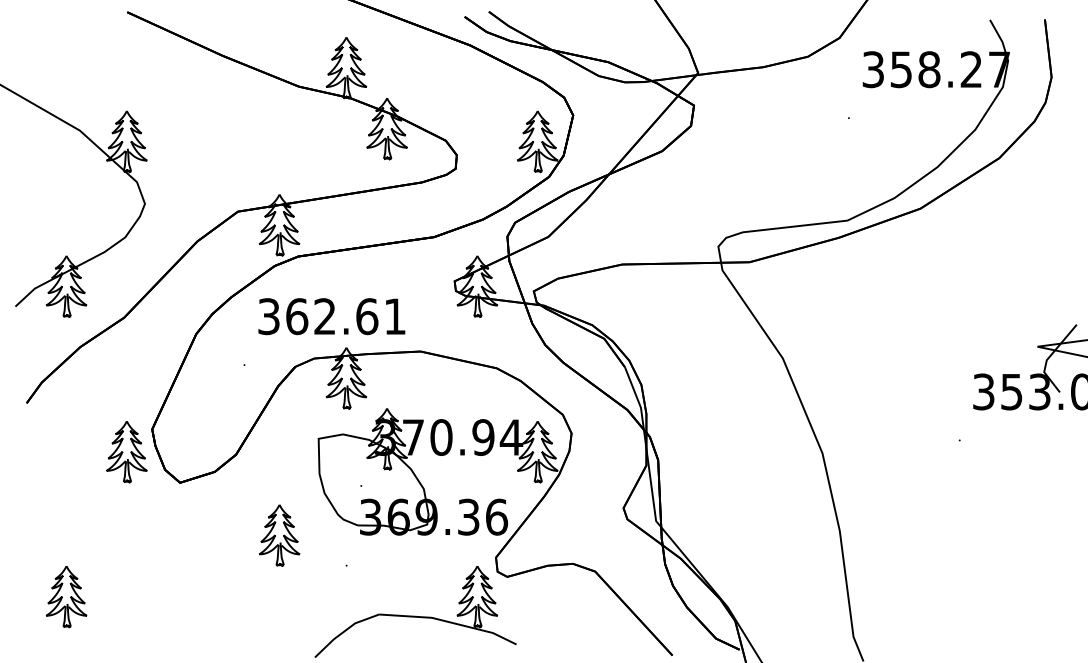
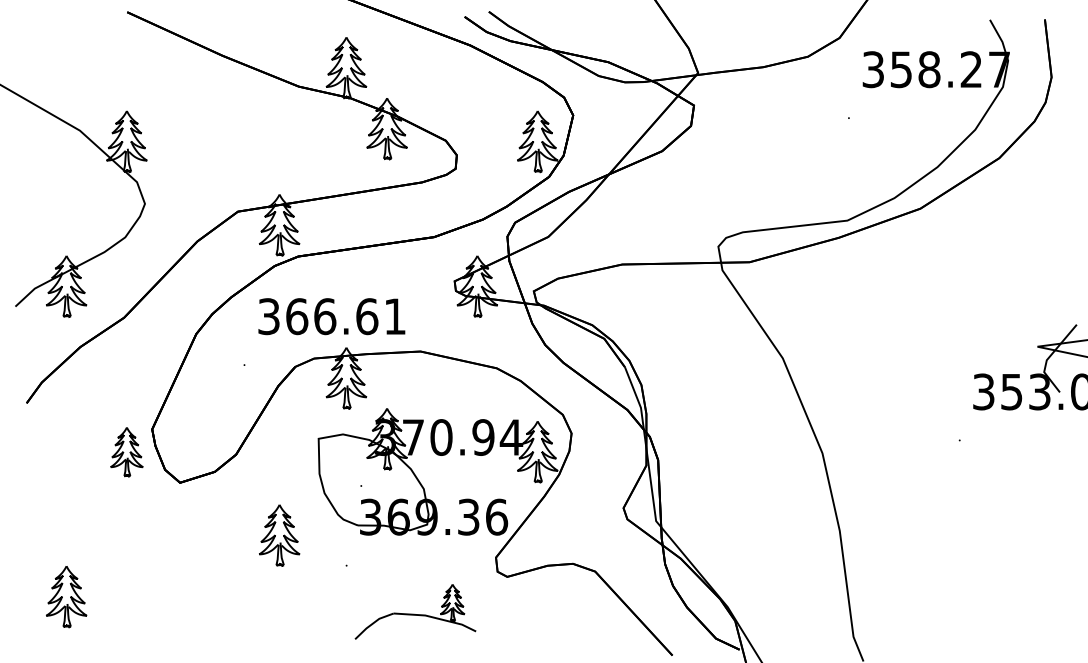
text at (325, 316): 362.61 -> 366.61
part at (126, 452) size: 42x63 px -> 34x51 px
part at (415, 611) size: 203x92 px -> 123x56 px
